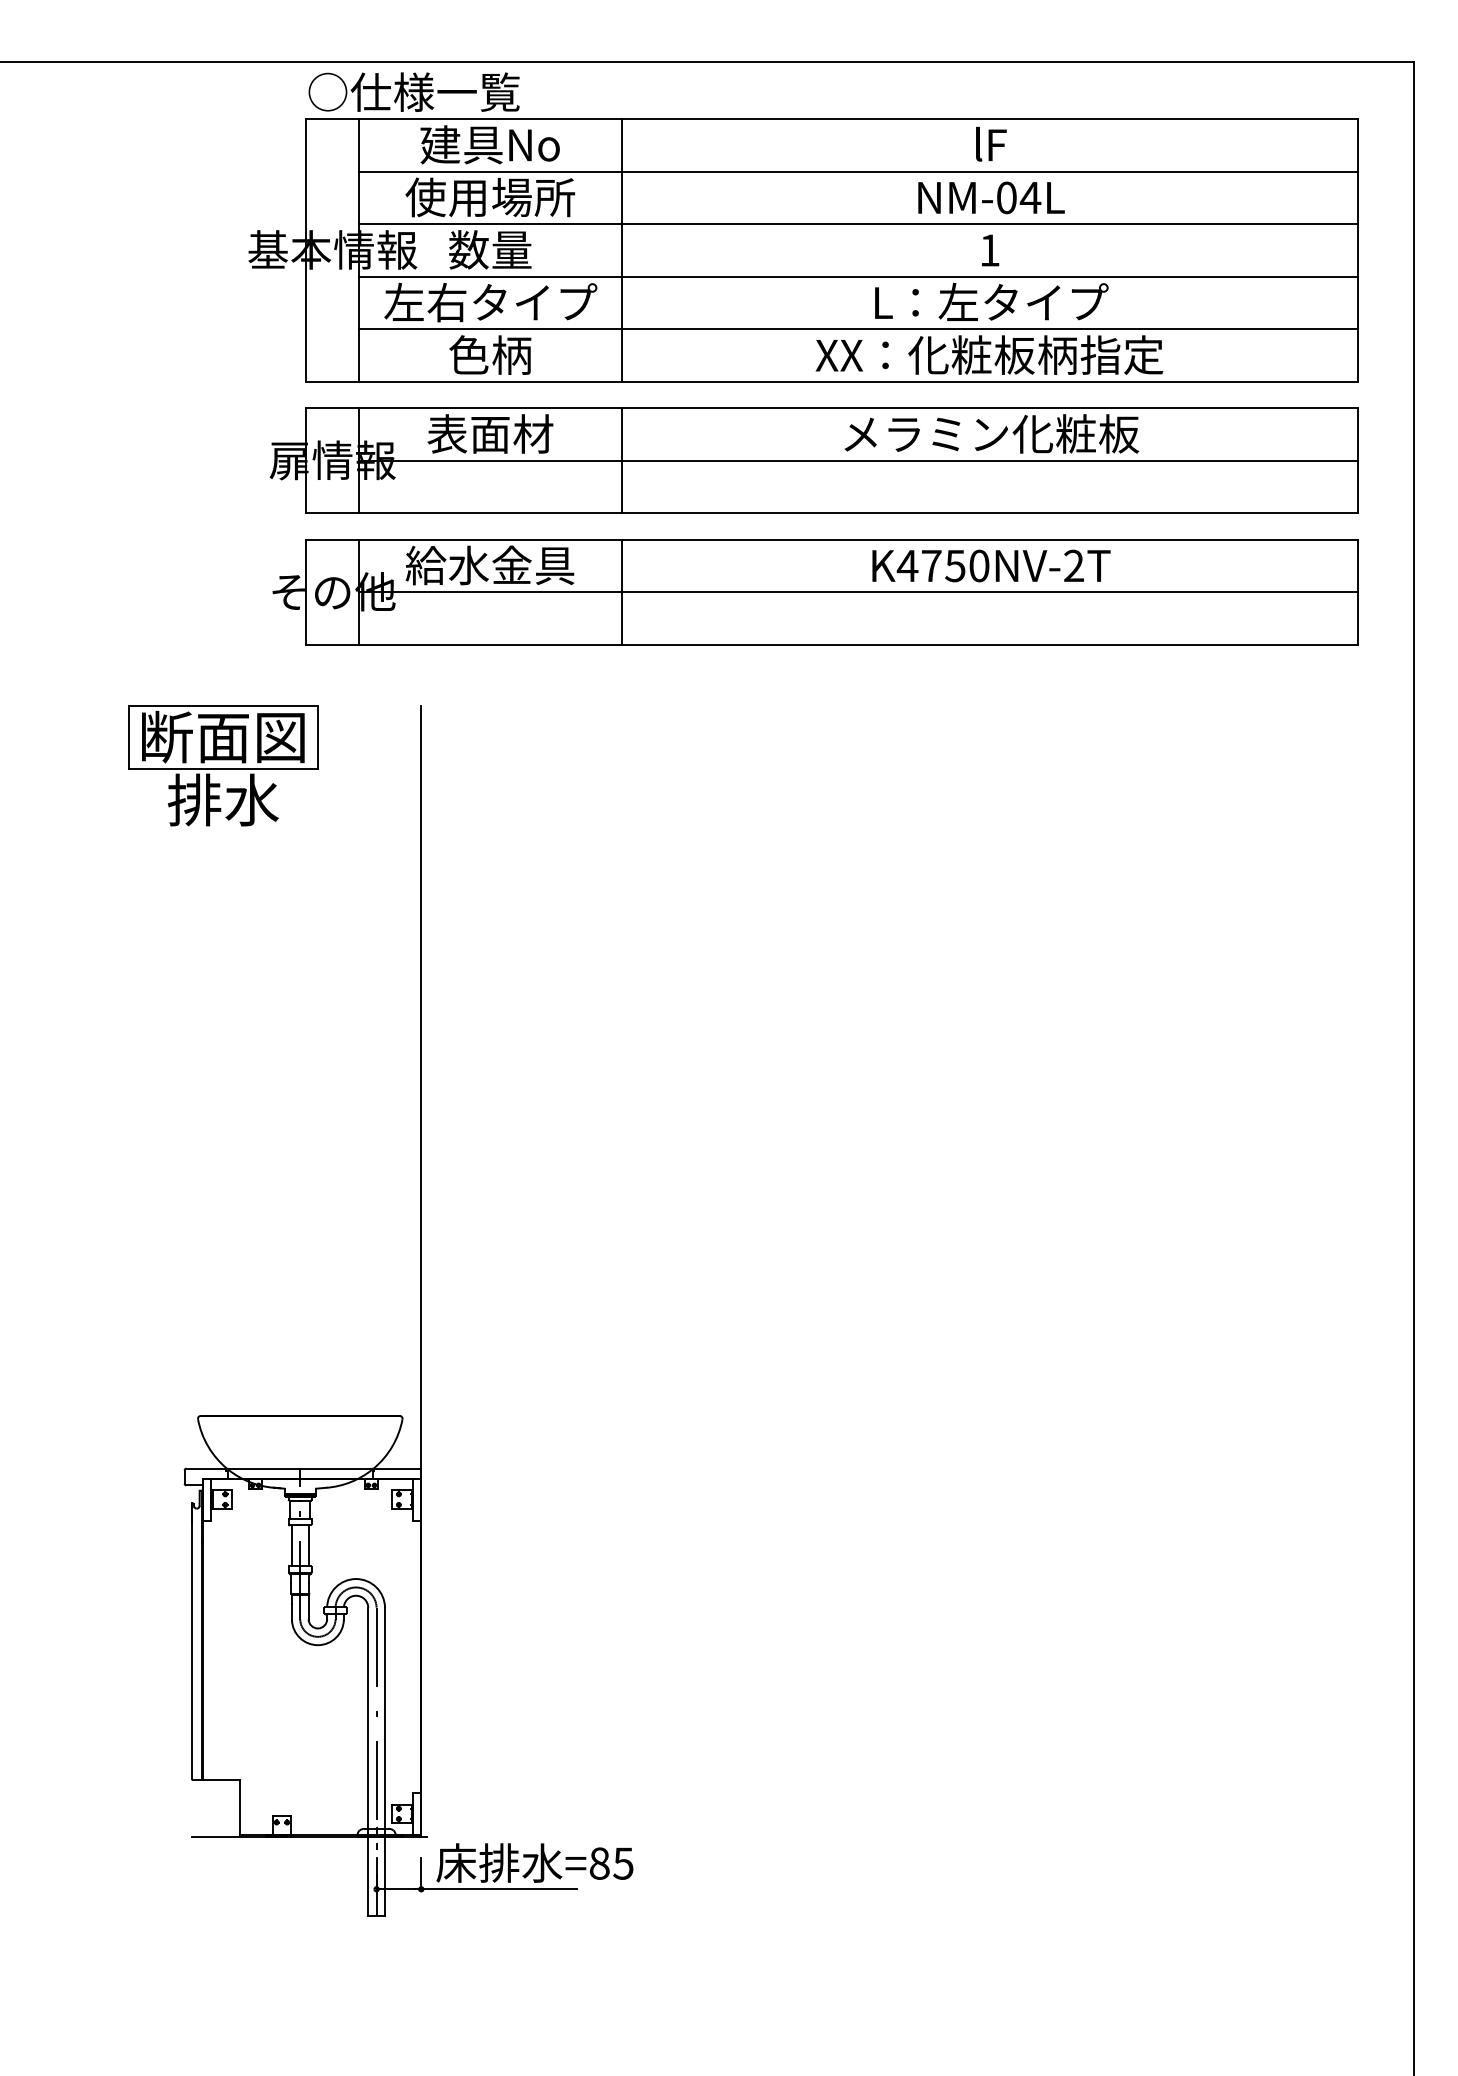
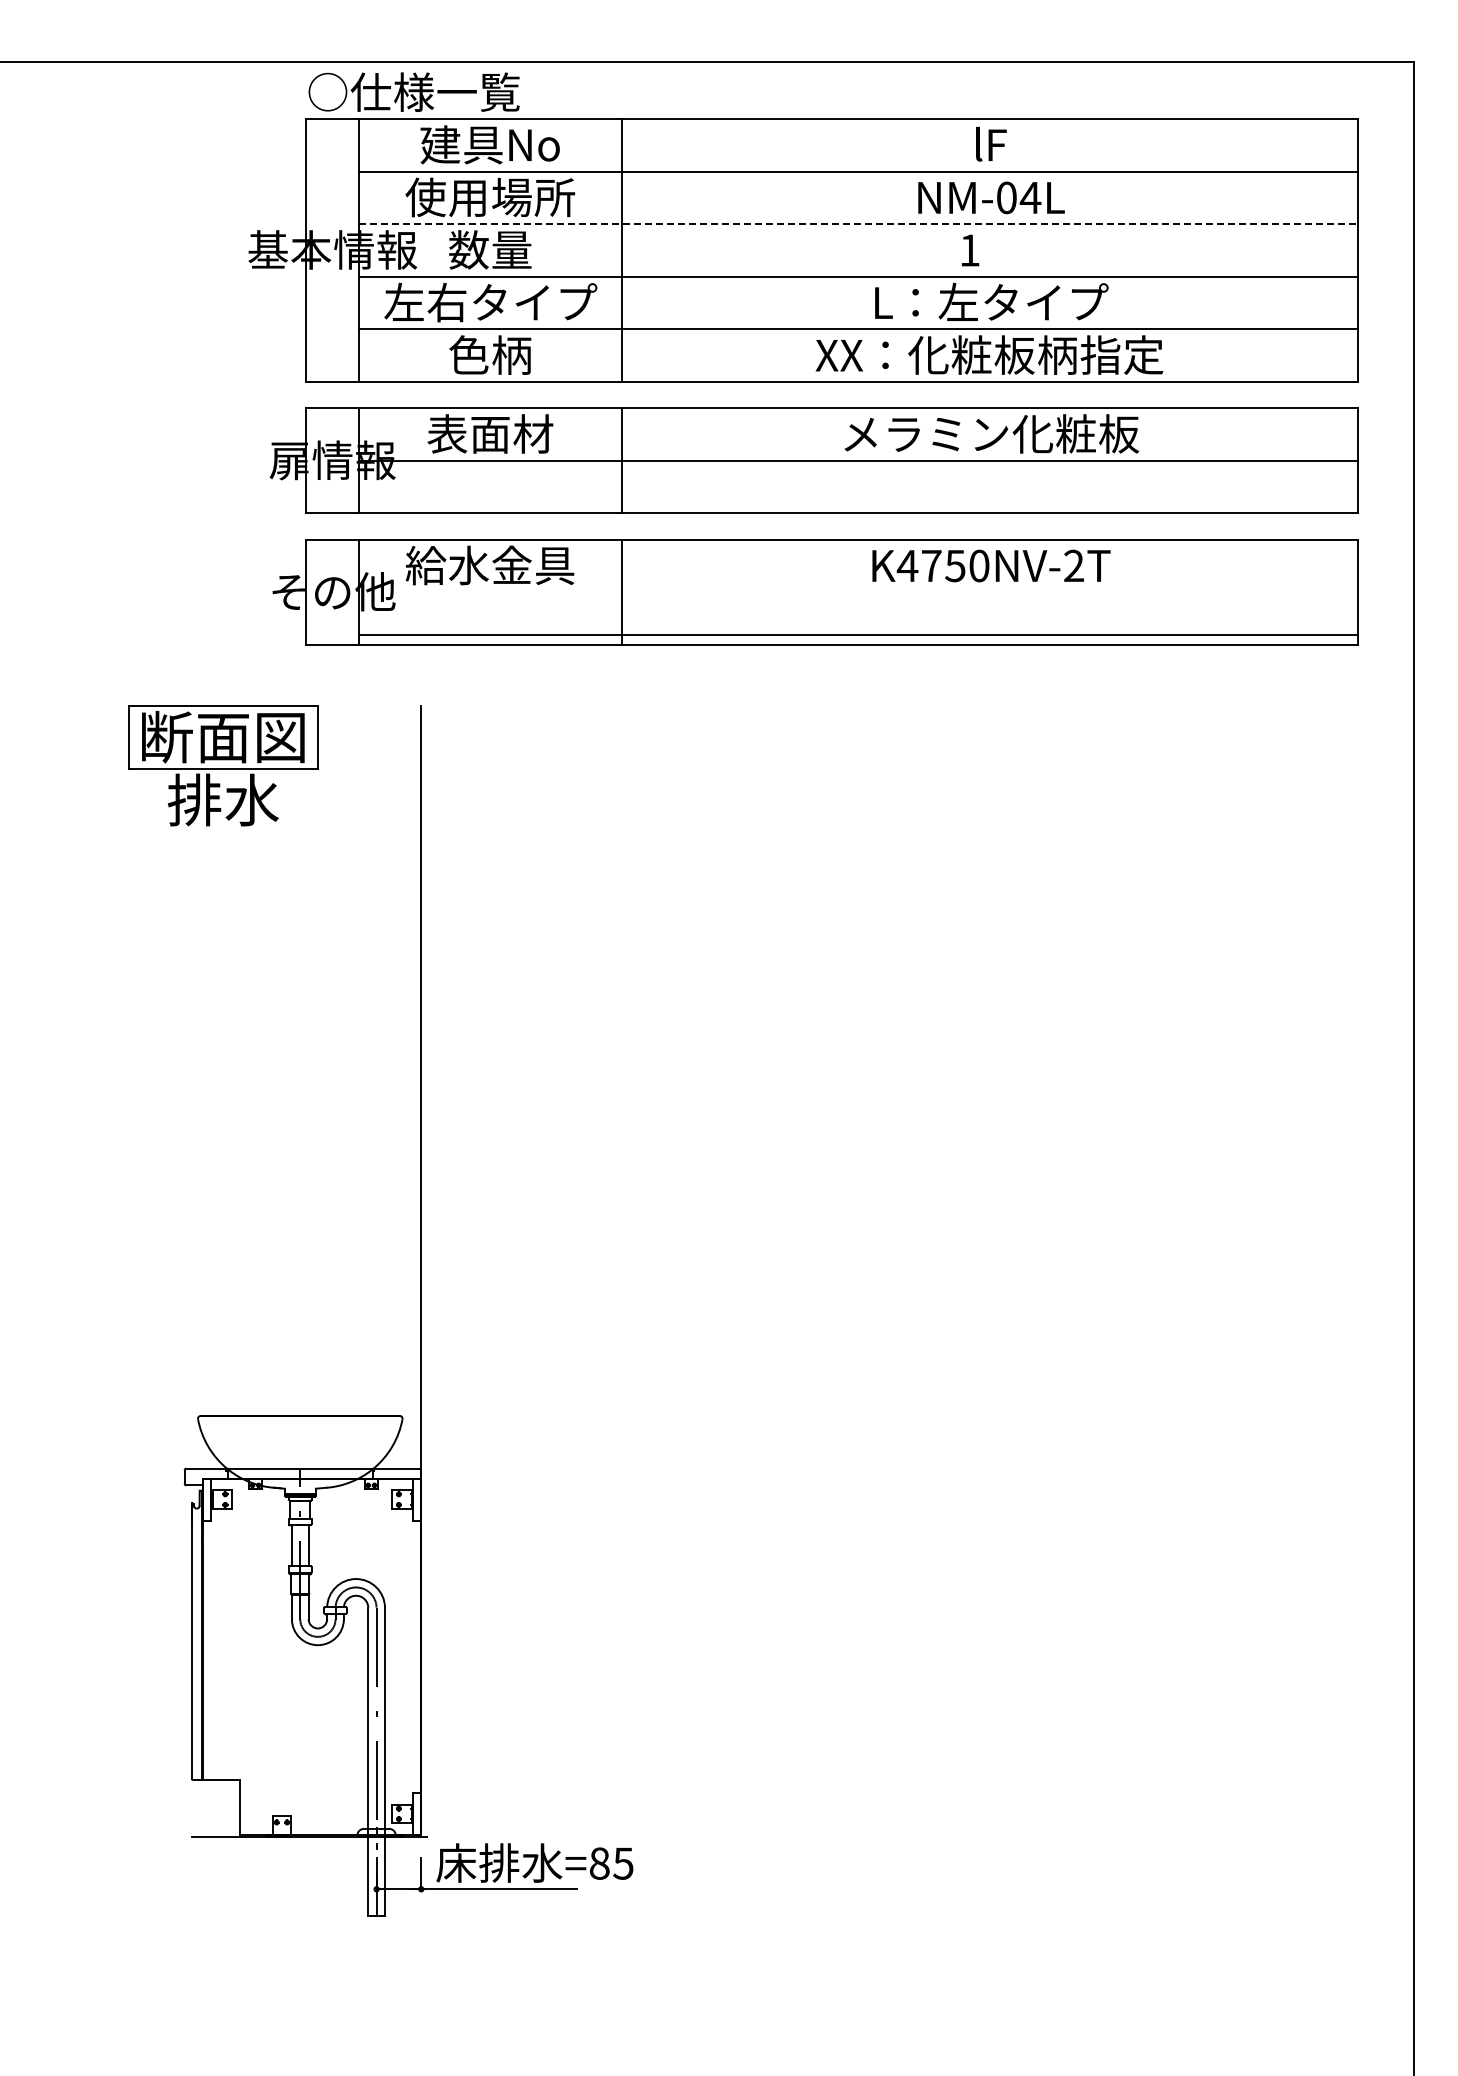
line at (858, 224): solid -> dashed
text at (990, 250) position: (990, 250) -> (970, 250)
line at (858, 592) position: (858, 592) -> (858, 635)
